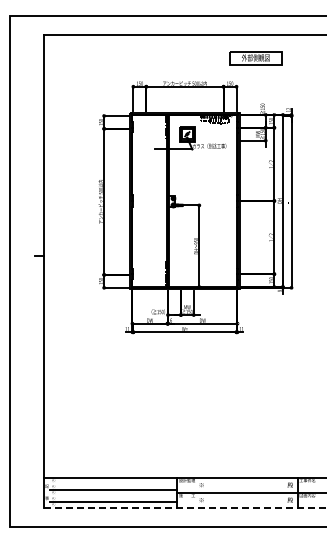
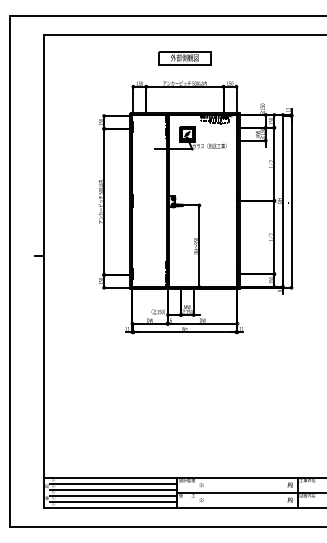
part at (255, 58) position: (255, 58) -> (184, 58)
line at (113, 483): none -> present
line at (113, 495): none -> present
line at (185, 507): dashed -> solid
